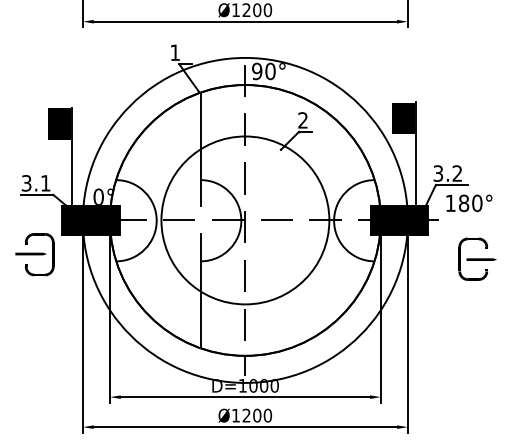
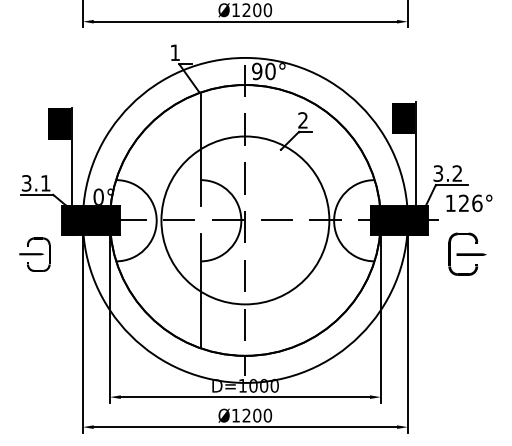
text at (470, 203): 180° -> 126°
part at (34, 254) size: 40x44 px -> 32x35 px
part at (477, 258) position: (477, 258) -> (467, 253)
